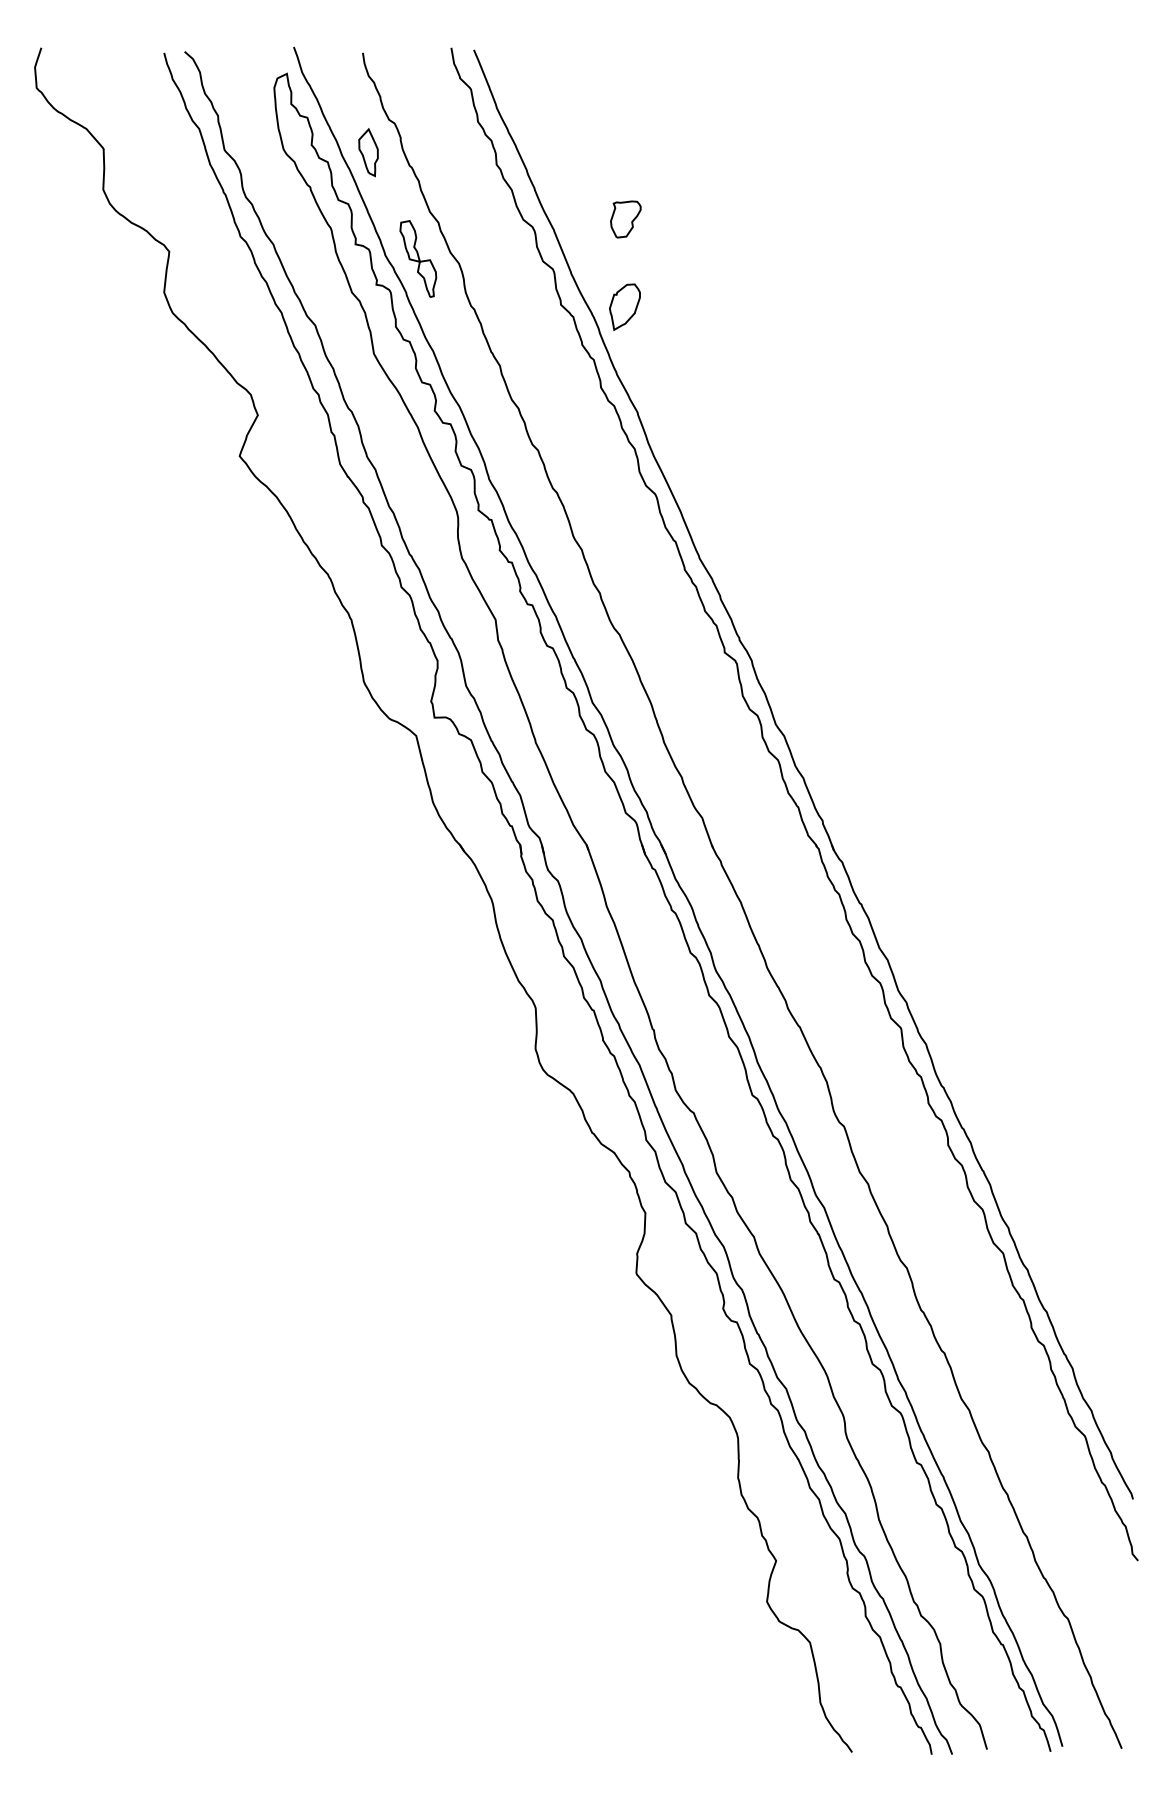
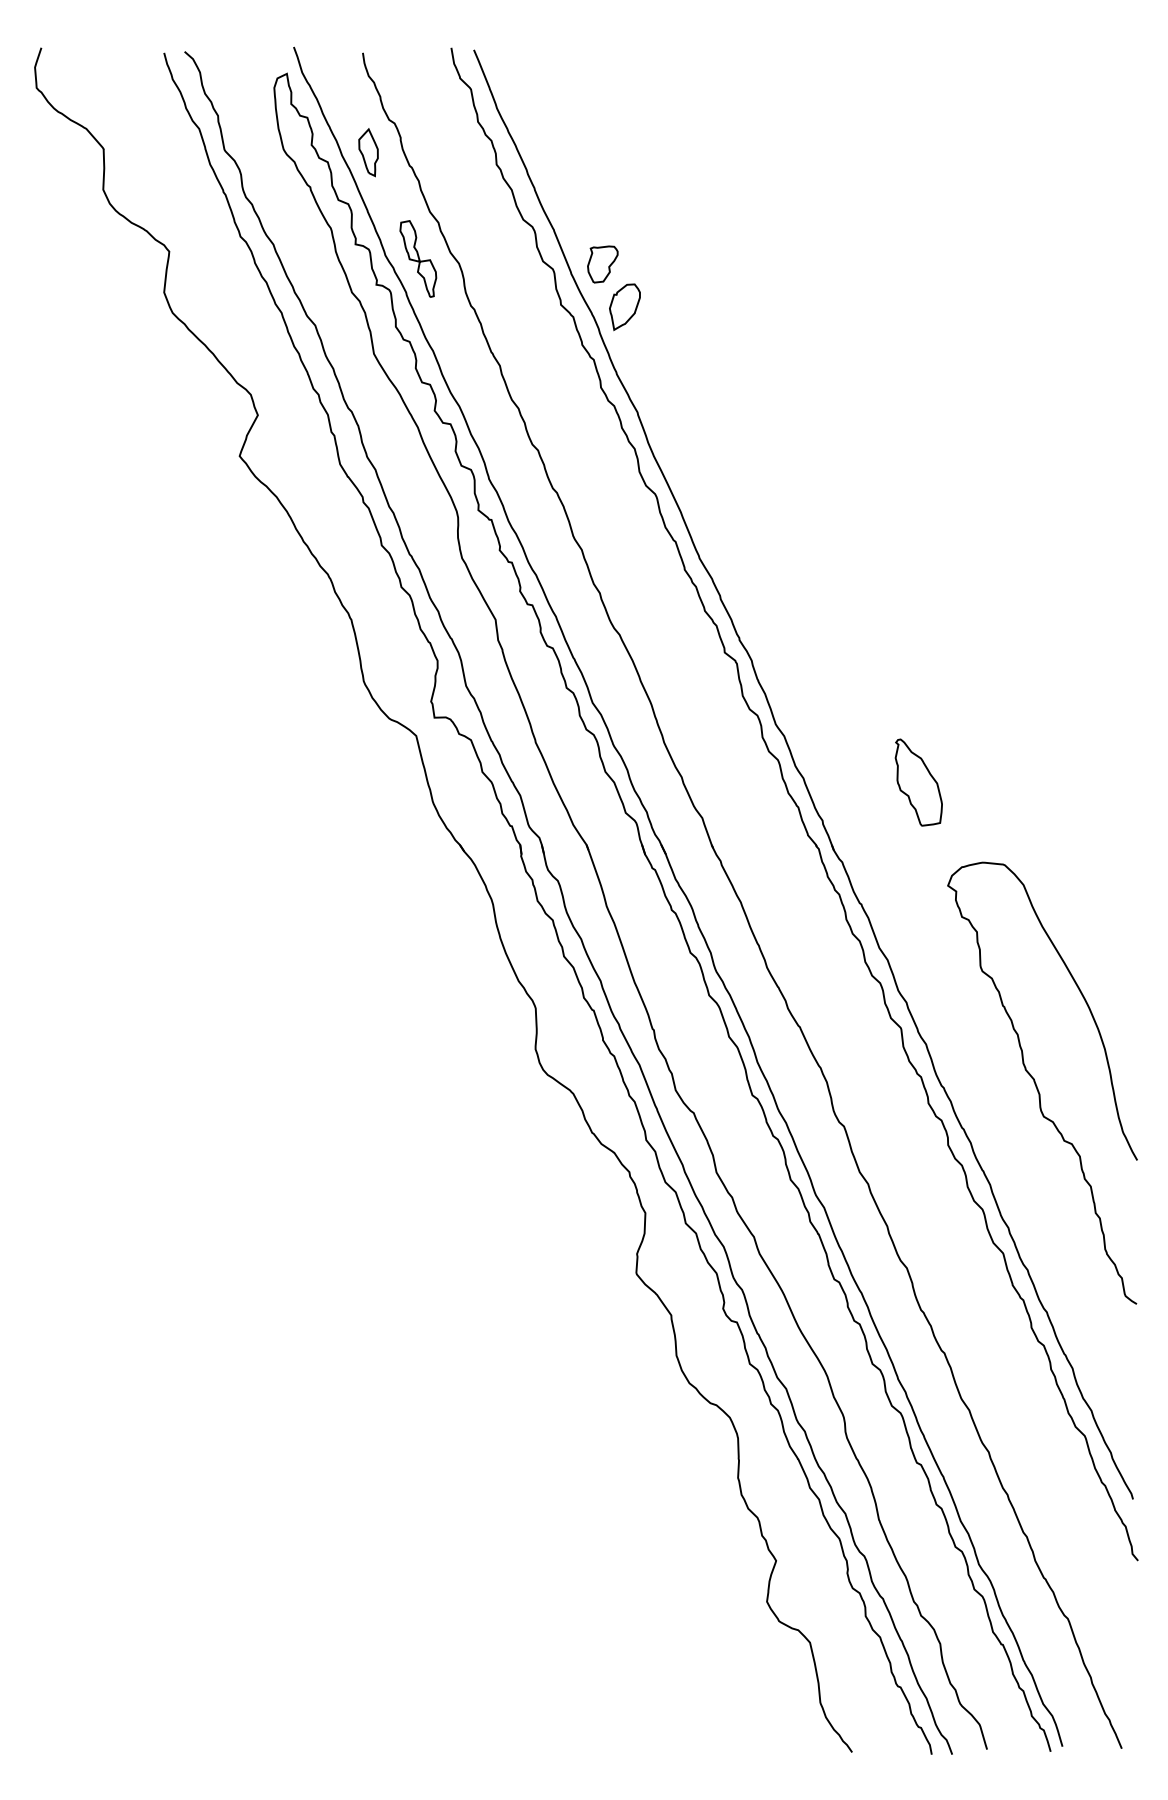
part at (625, 219) position: (625, 219) -> (602, 264)
part at (918, 782): none -> present
curve at (1036, 1083): none -> present
